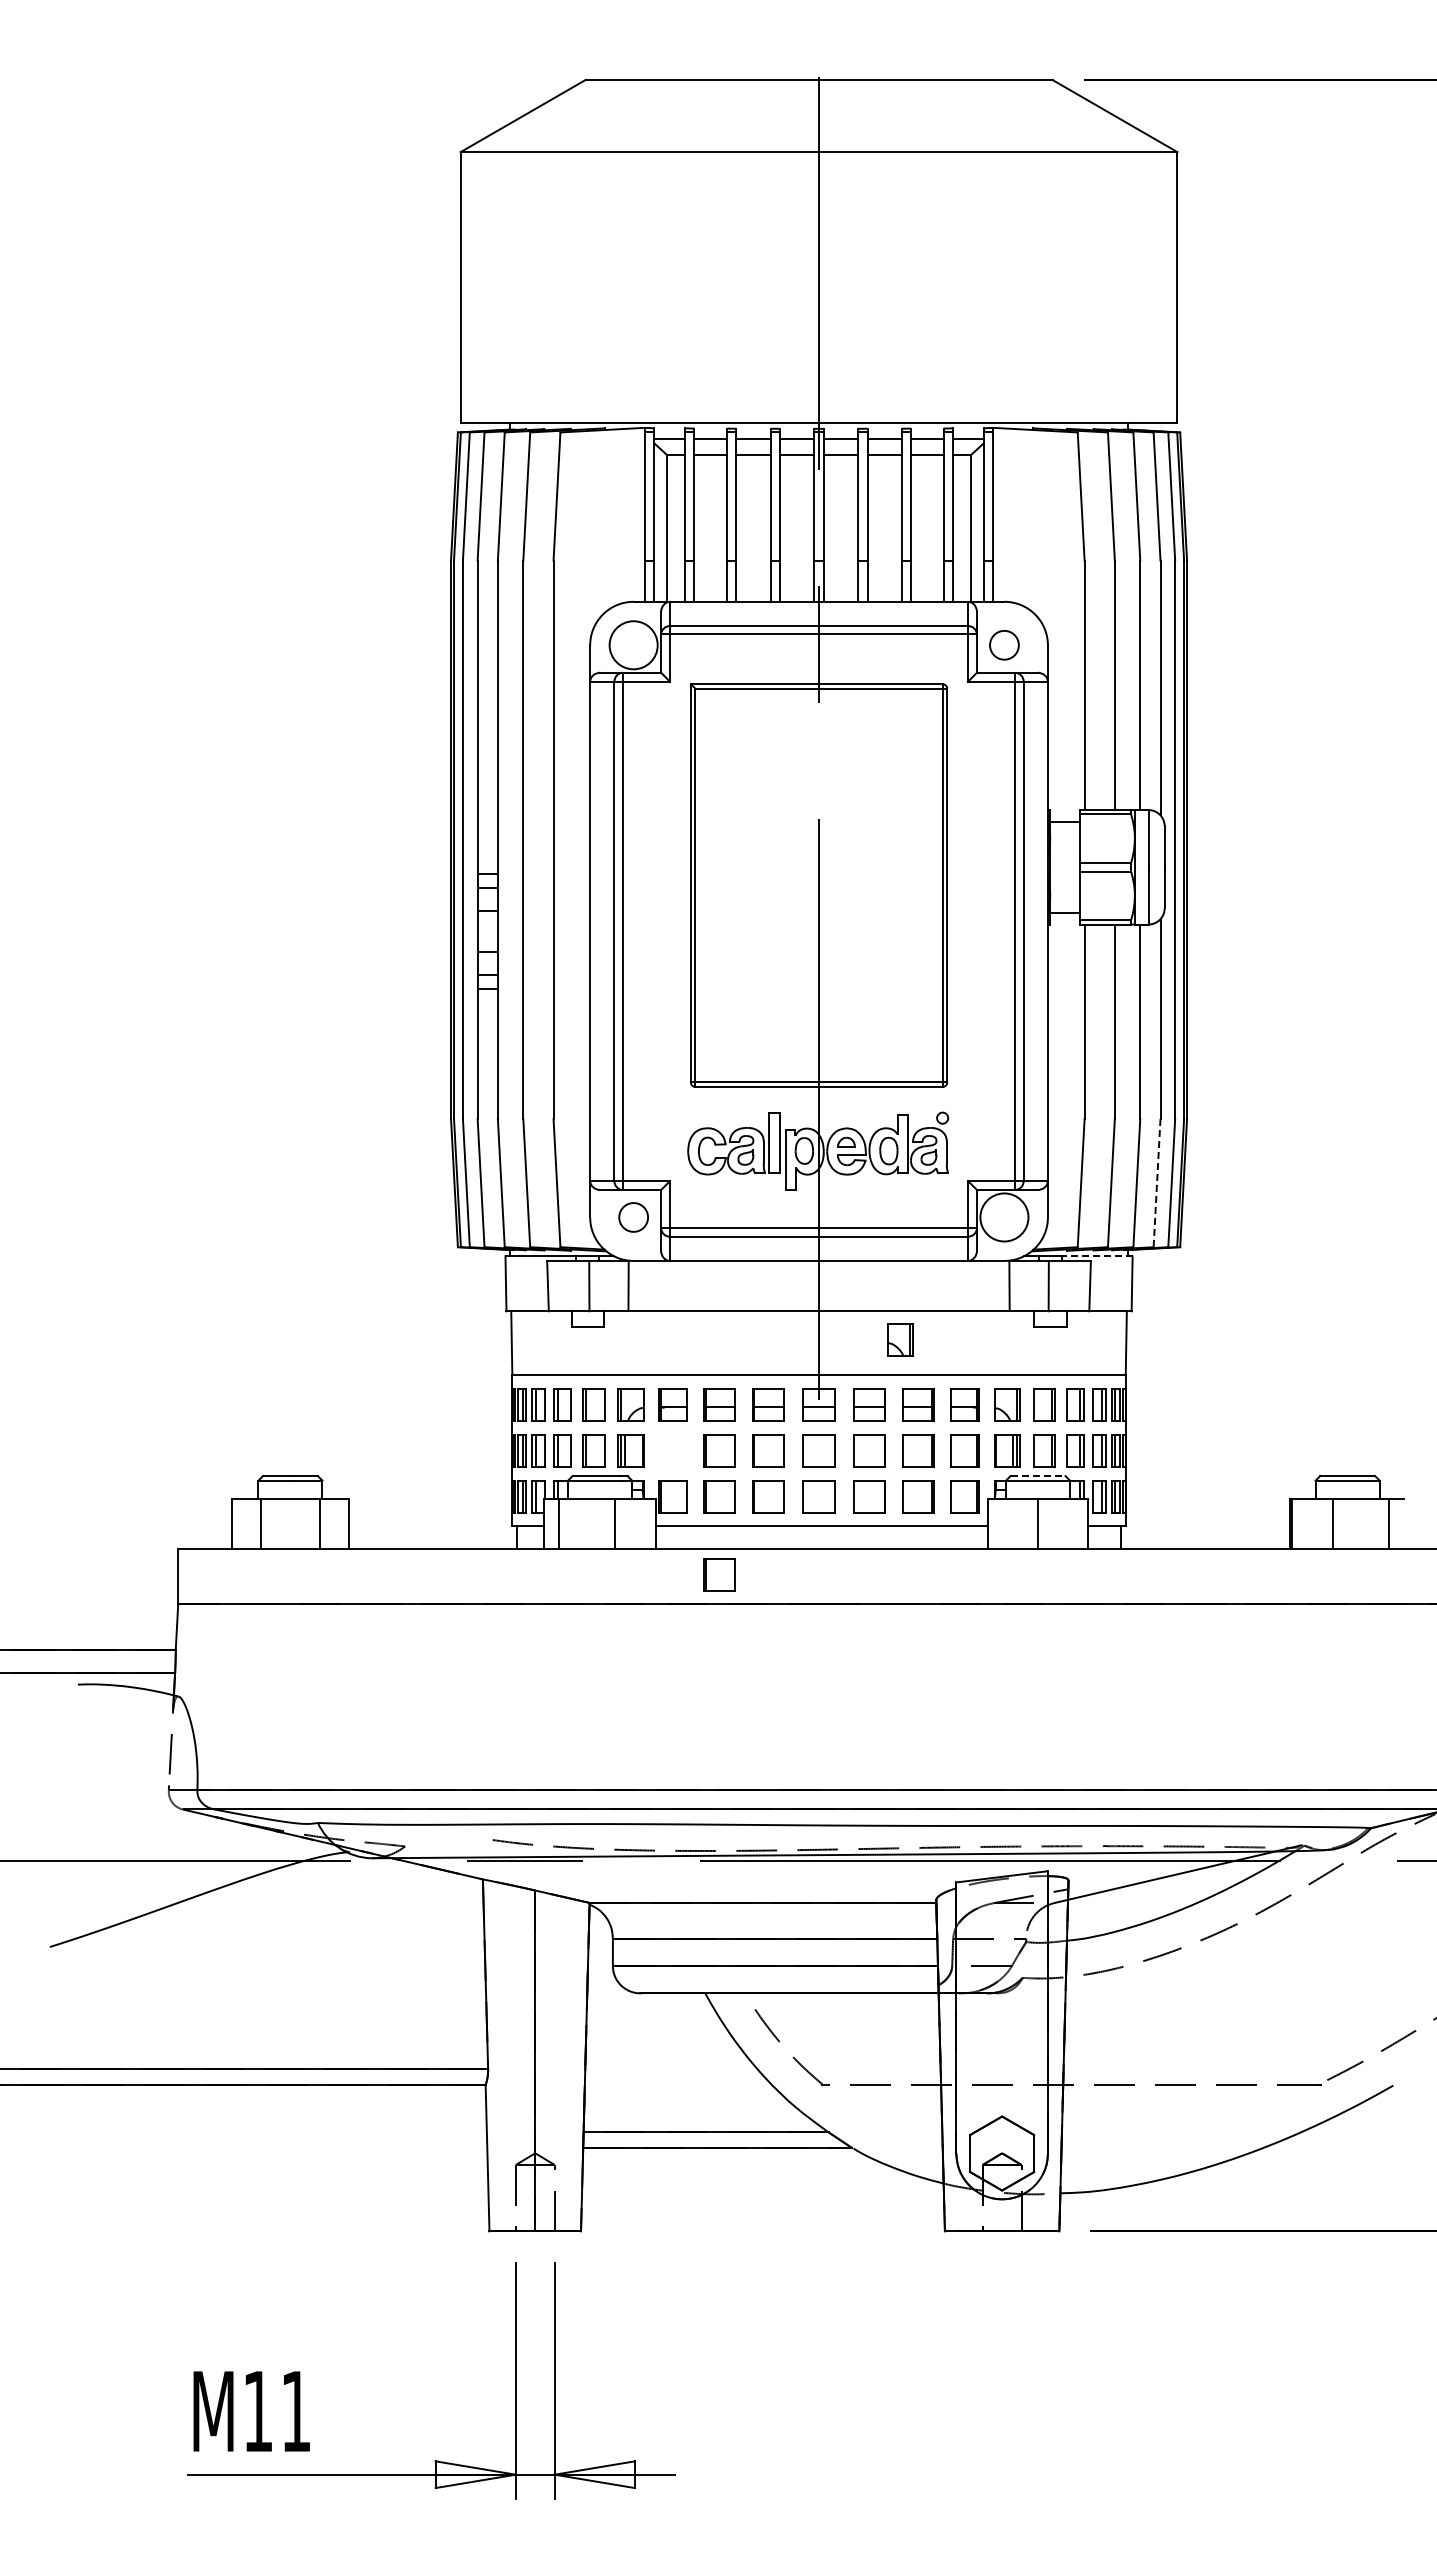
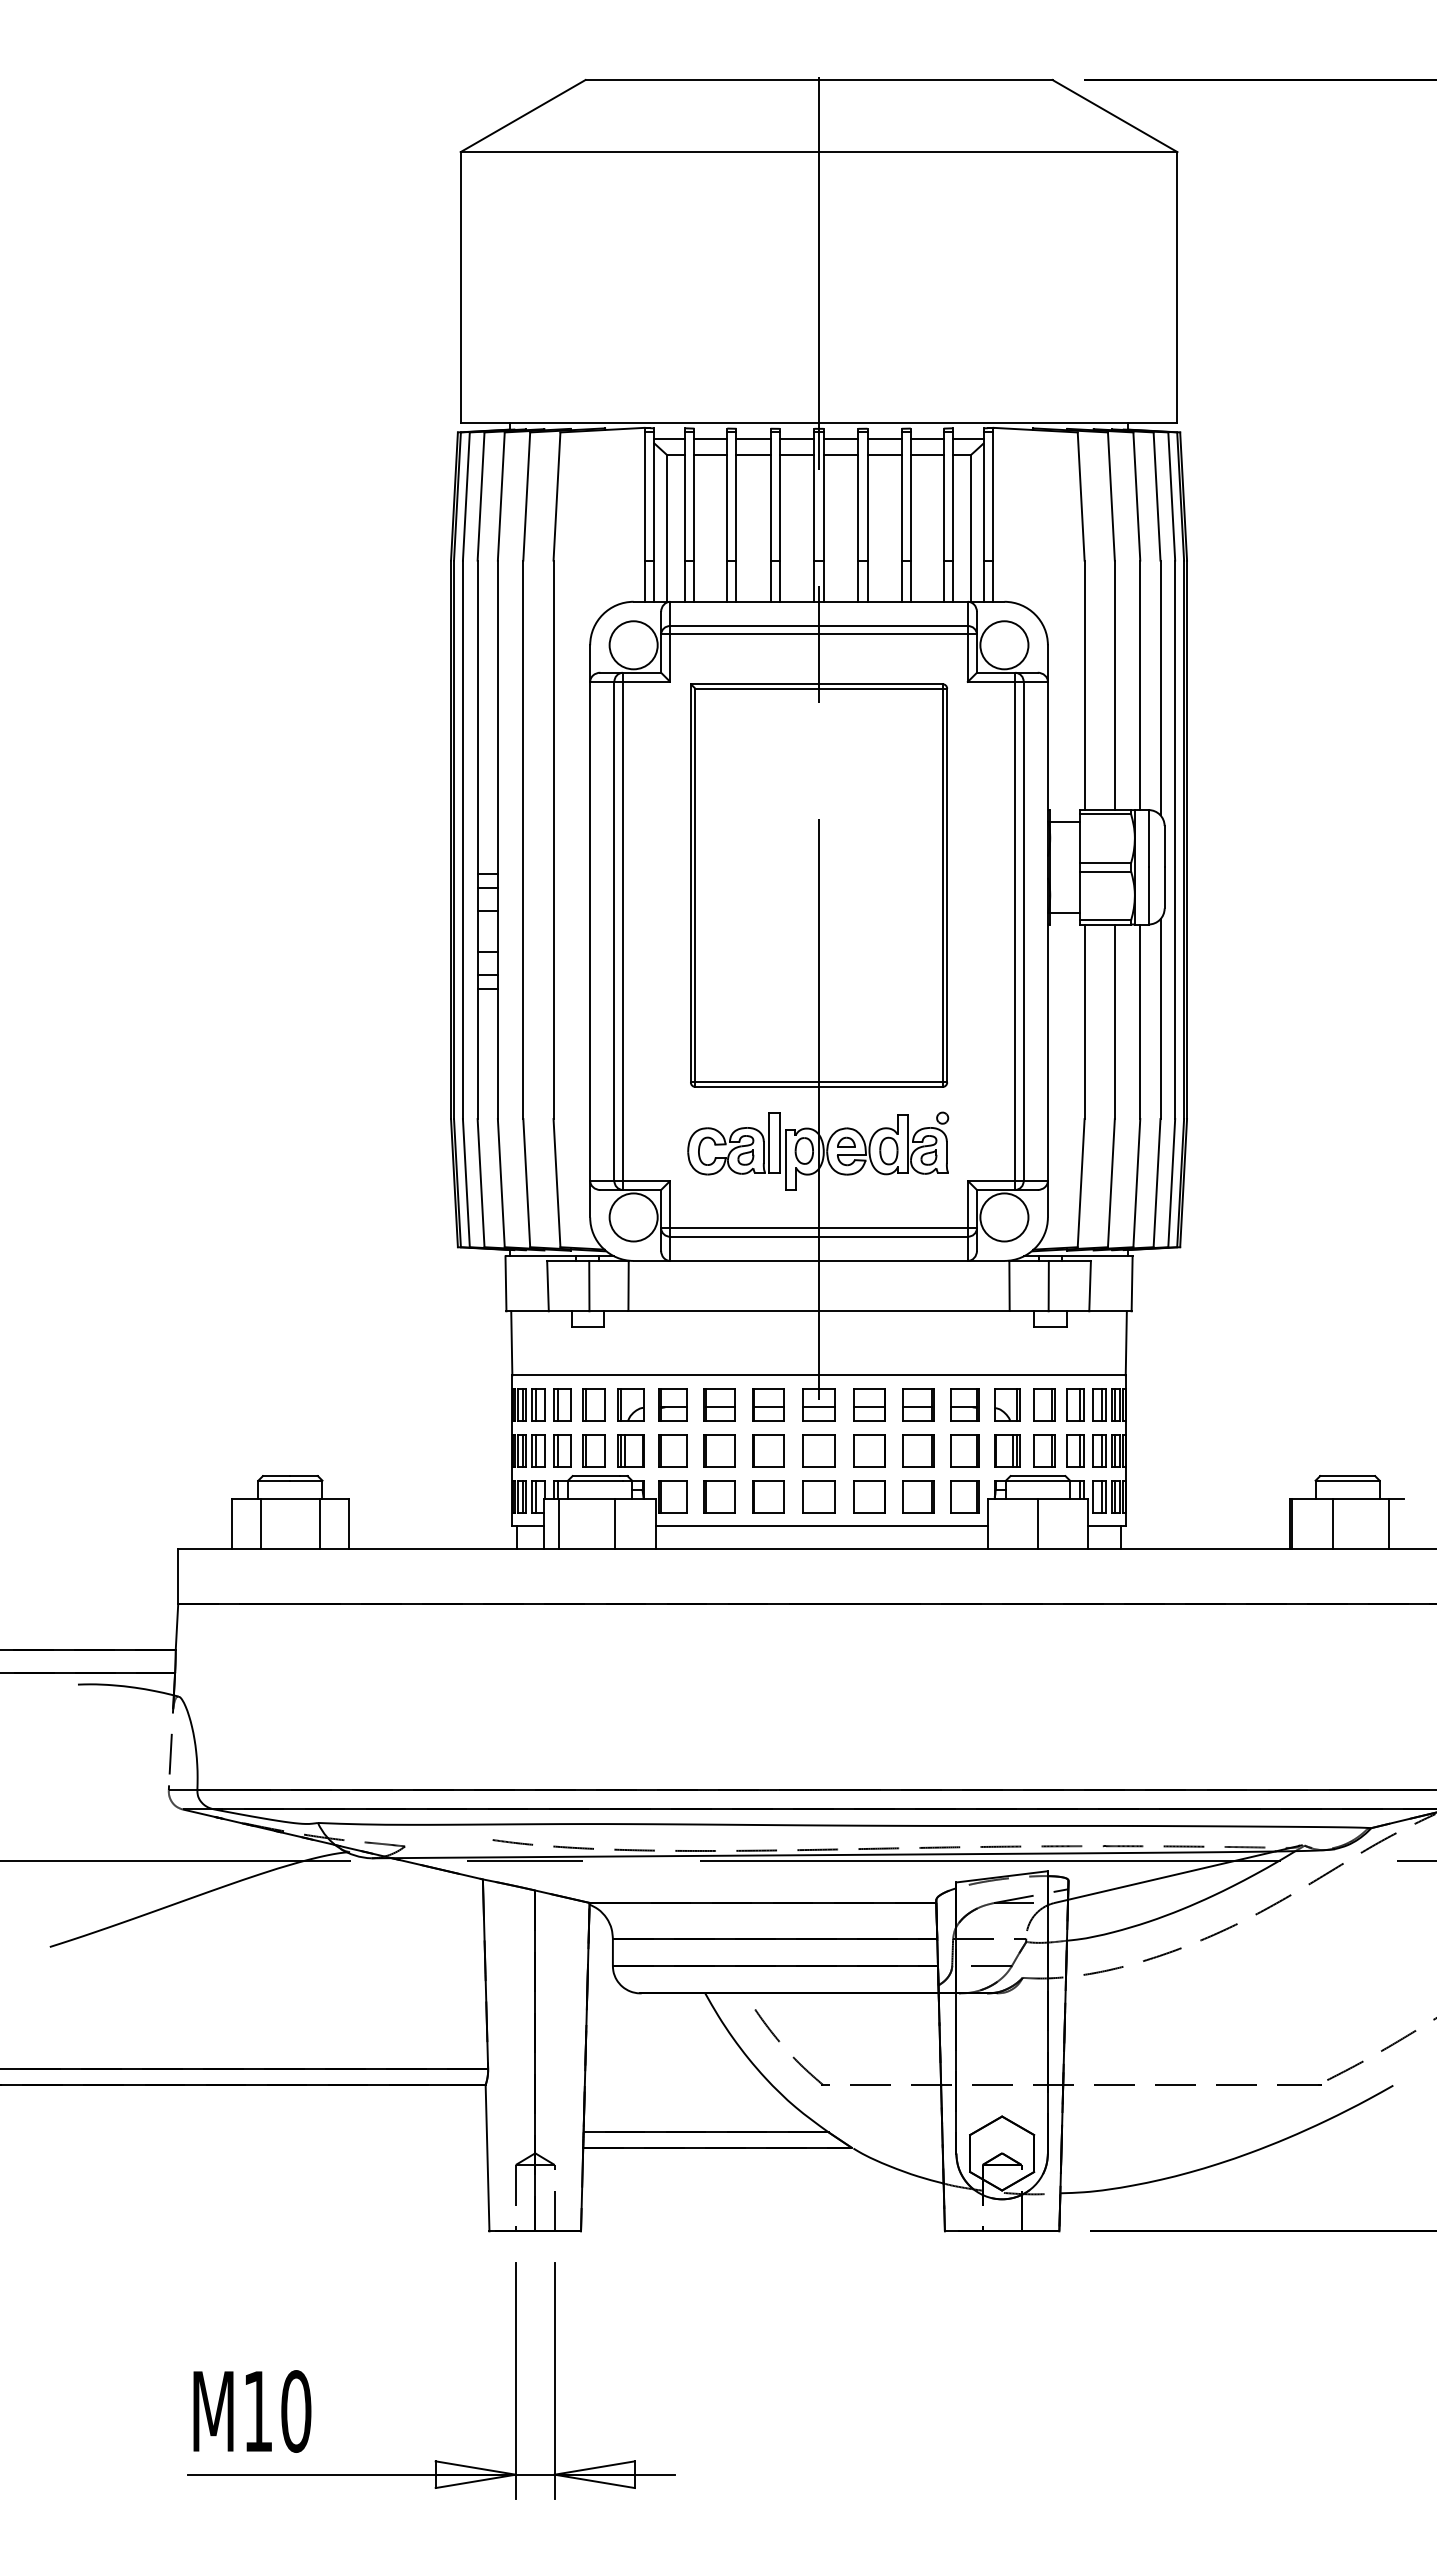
circle at (1004, 644) diameter: 29 px -> 48 px
line at (1157, 1183): dashed -> solid
circle at (633, 1217) diameter: 29 px -> 48 px
line at (1096, 1256): dashed -> solid
part at (900, 1339): present -> none
part at (672, 1450): none -> present
line at (1038, 1476): dashed -> solid
part at (719, 1574): present -> none
text at (296, 2411): M11 -> M10
